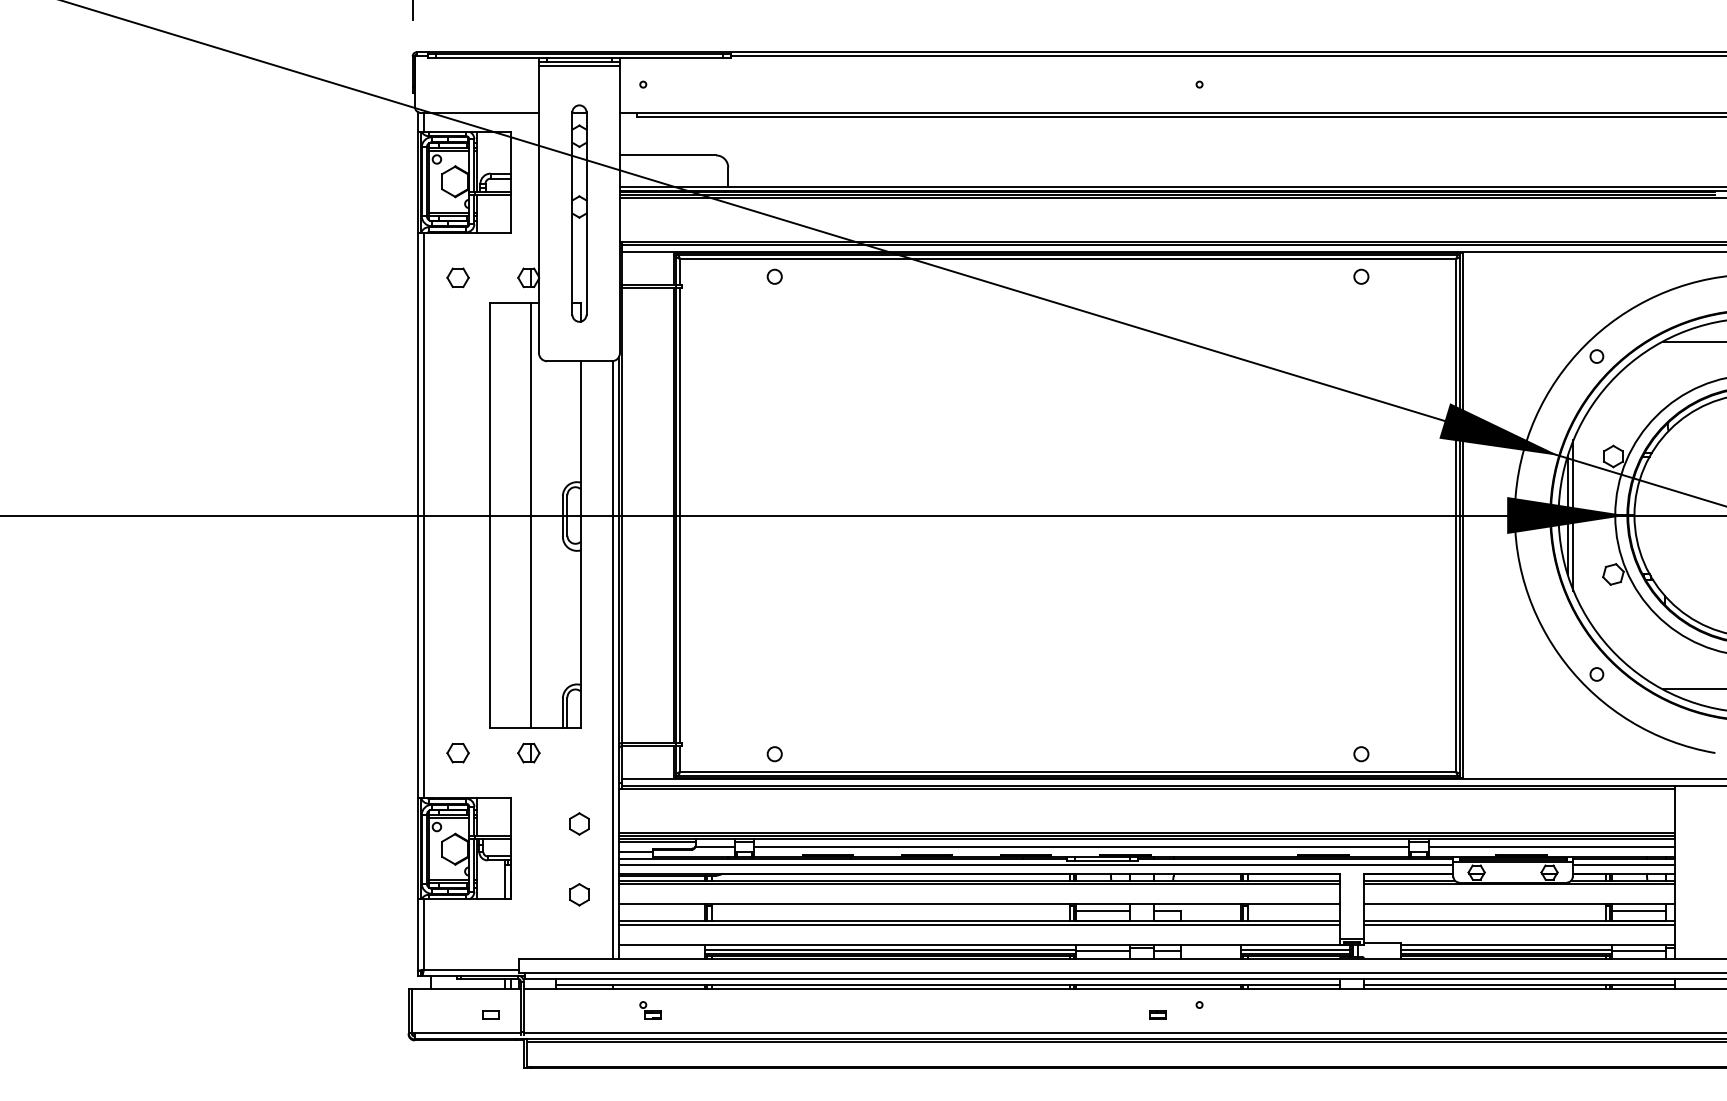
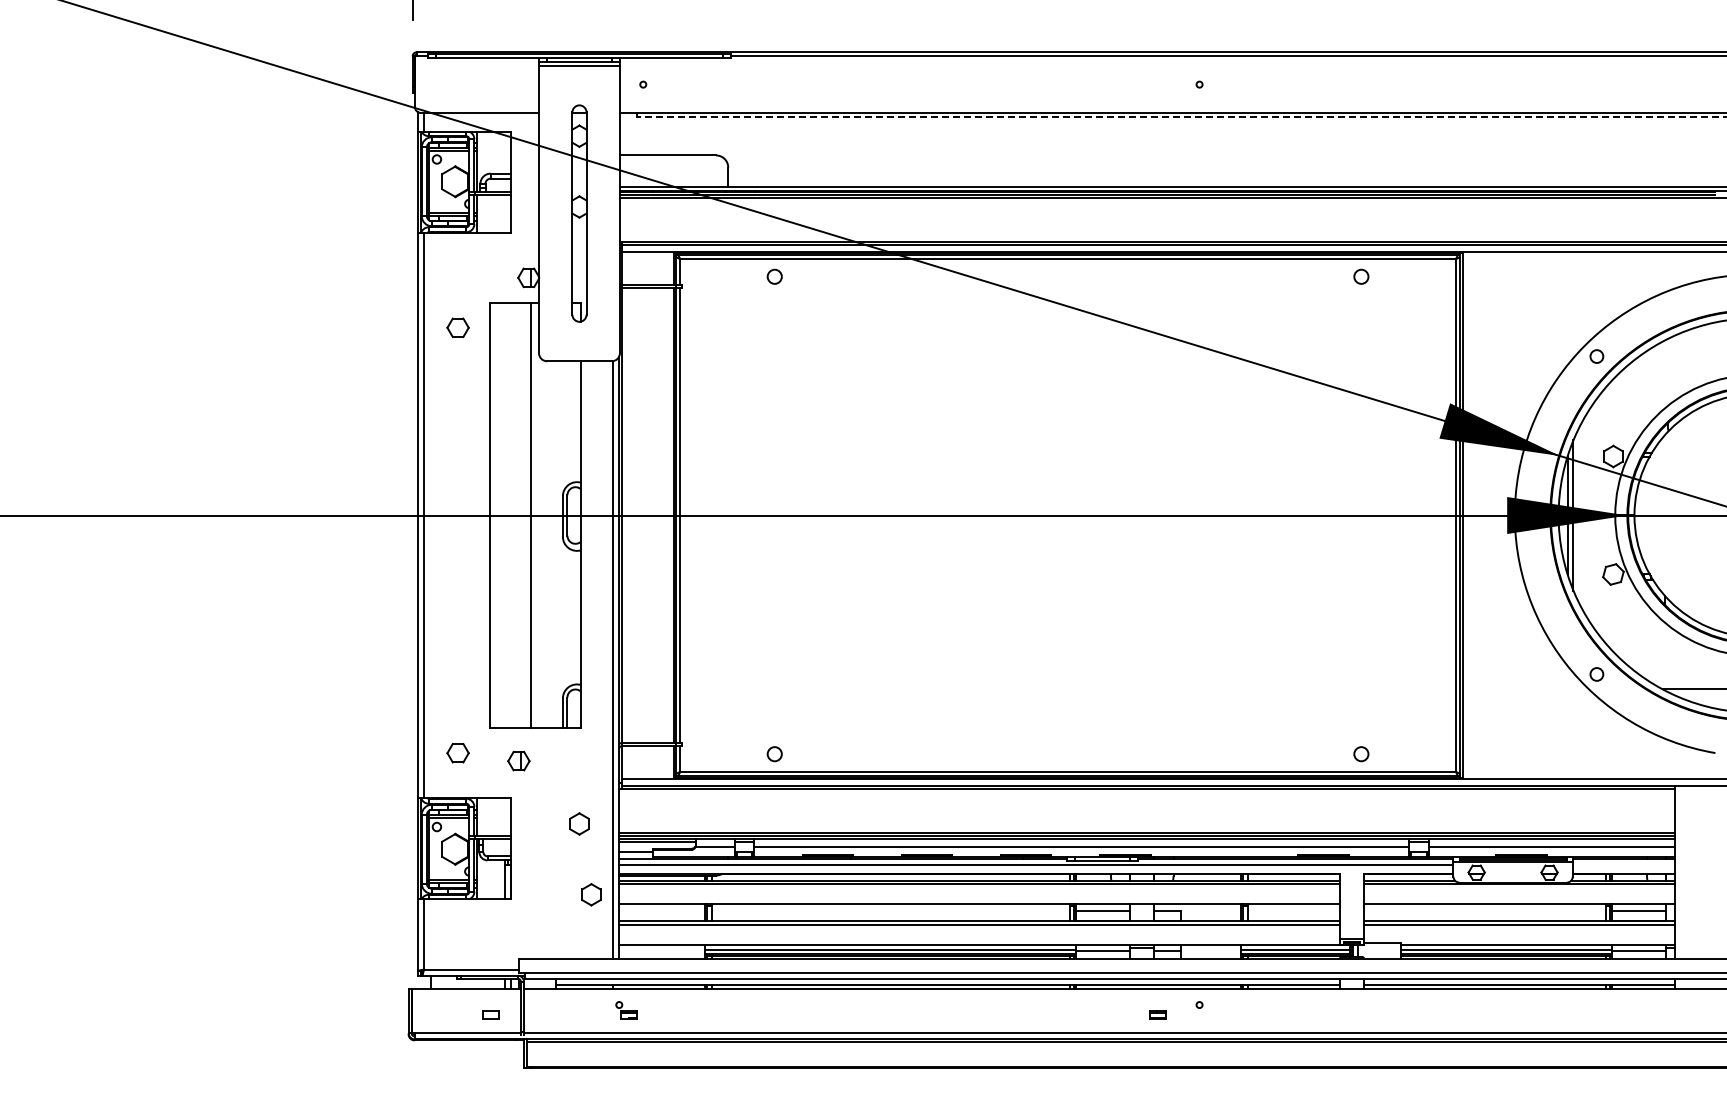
line at (1182, 117): solid -> dashed
part at (457, 277) position: (457, 277) -> (457, 327)
line at (1692, 341): present -> none
part at (528, 753) position: (528, 753) -> (518, 761)
line at (1623, 865): present -> none
part at (579, 894) position: (579, 894) -> (591, 894)
part at (650, 1010) position: (650, 1010) -> (626, 1010)
